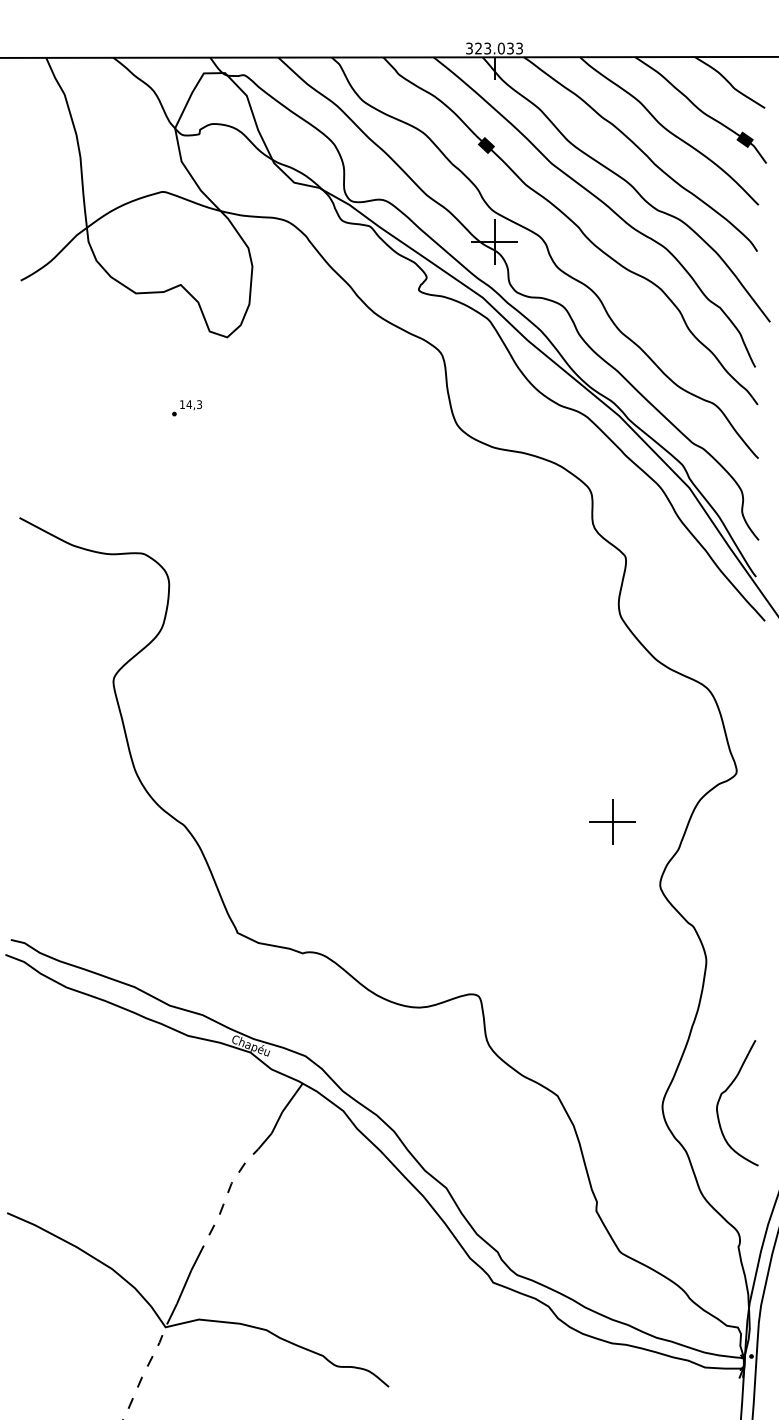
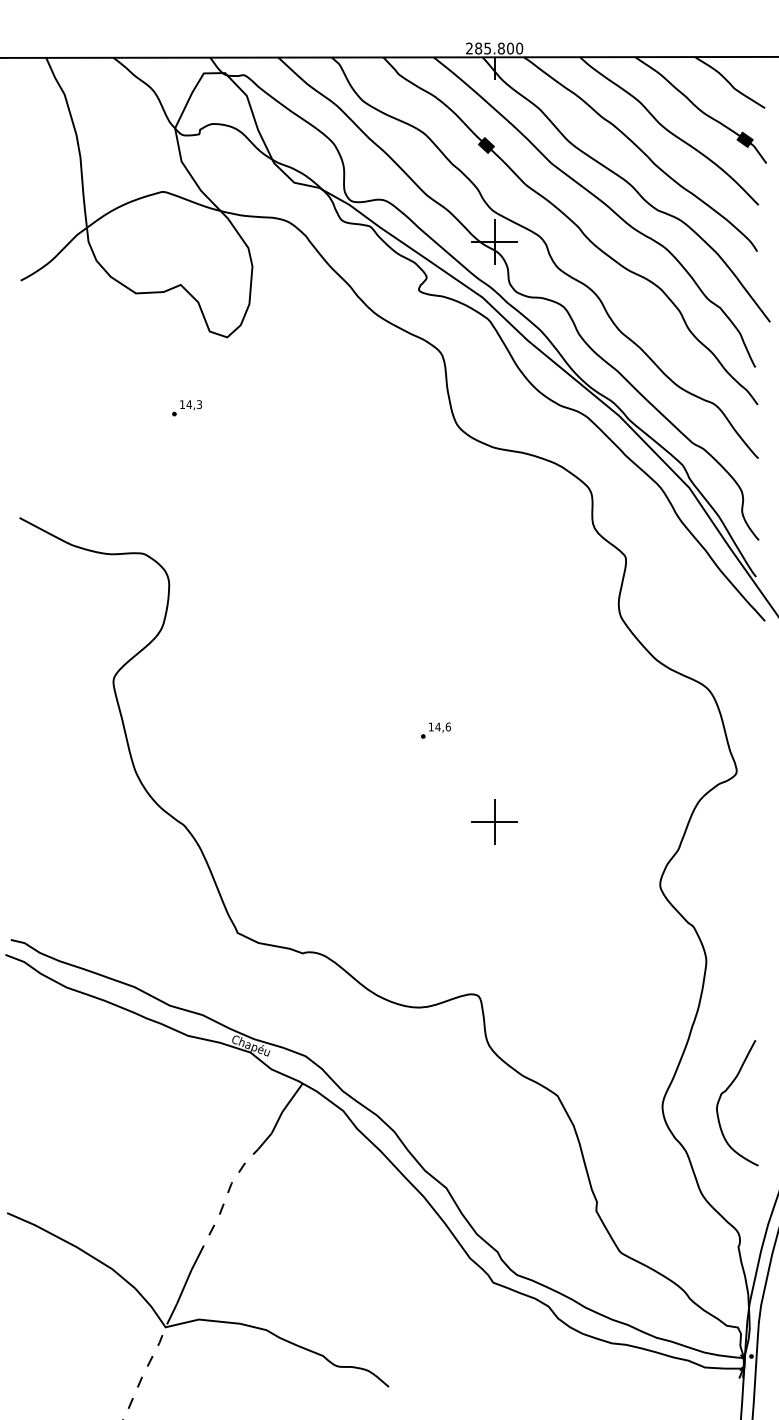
text at (494, 48): 323.033 -> 285.800
part at (435, 730): none -> present
part at (612, 821) position: (612, 821) -> (494, 821)
